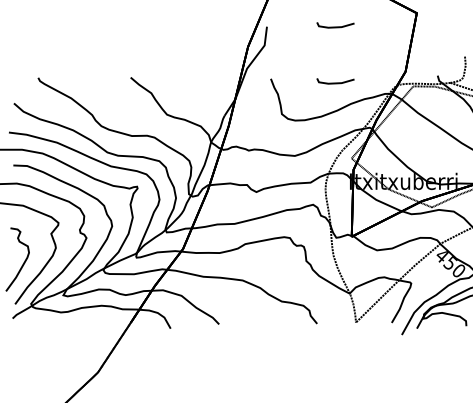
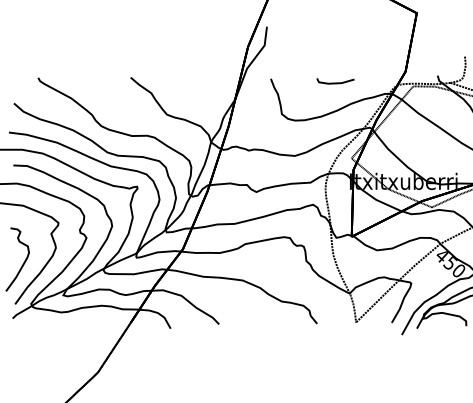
line at (335, 26): present -> none
